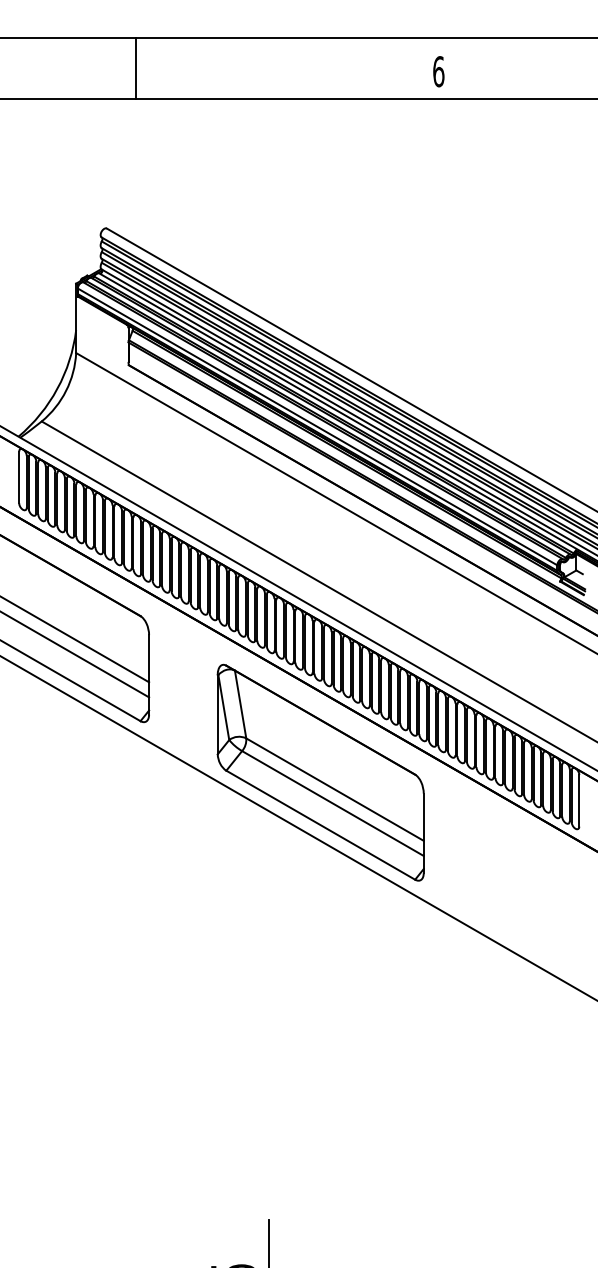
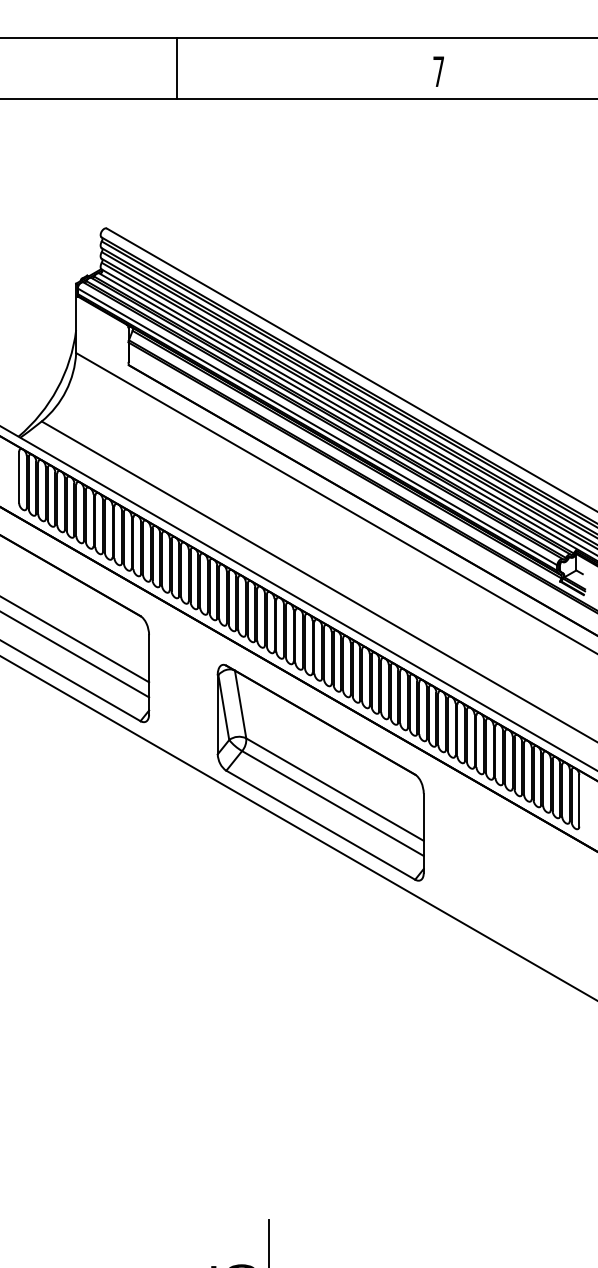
line at (135, 68) position: (135, 68) -> (176, 68)
text at (438, 71): 6 -> 7
